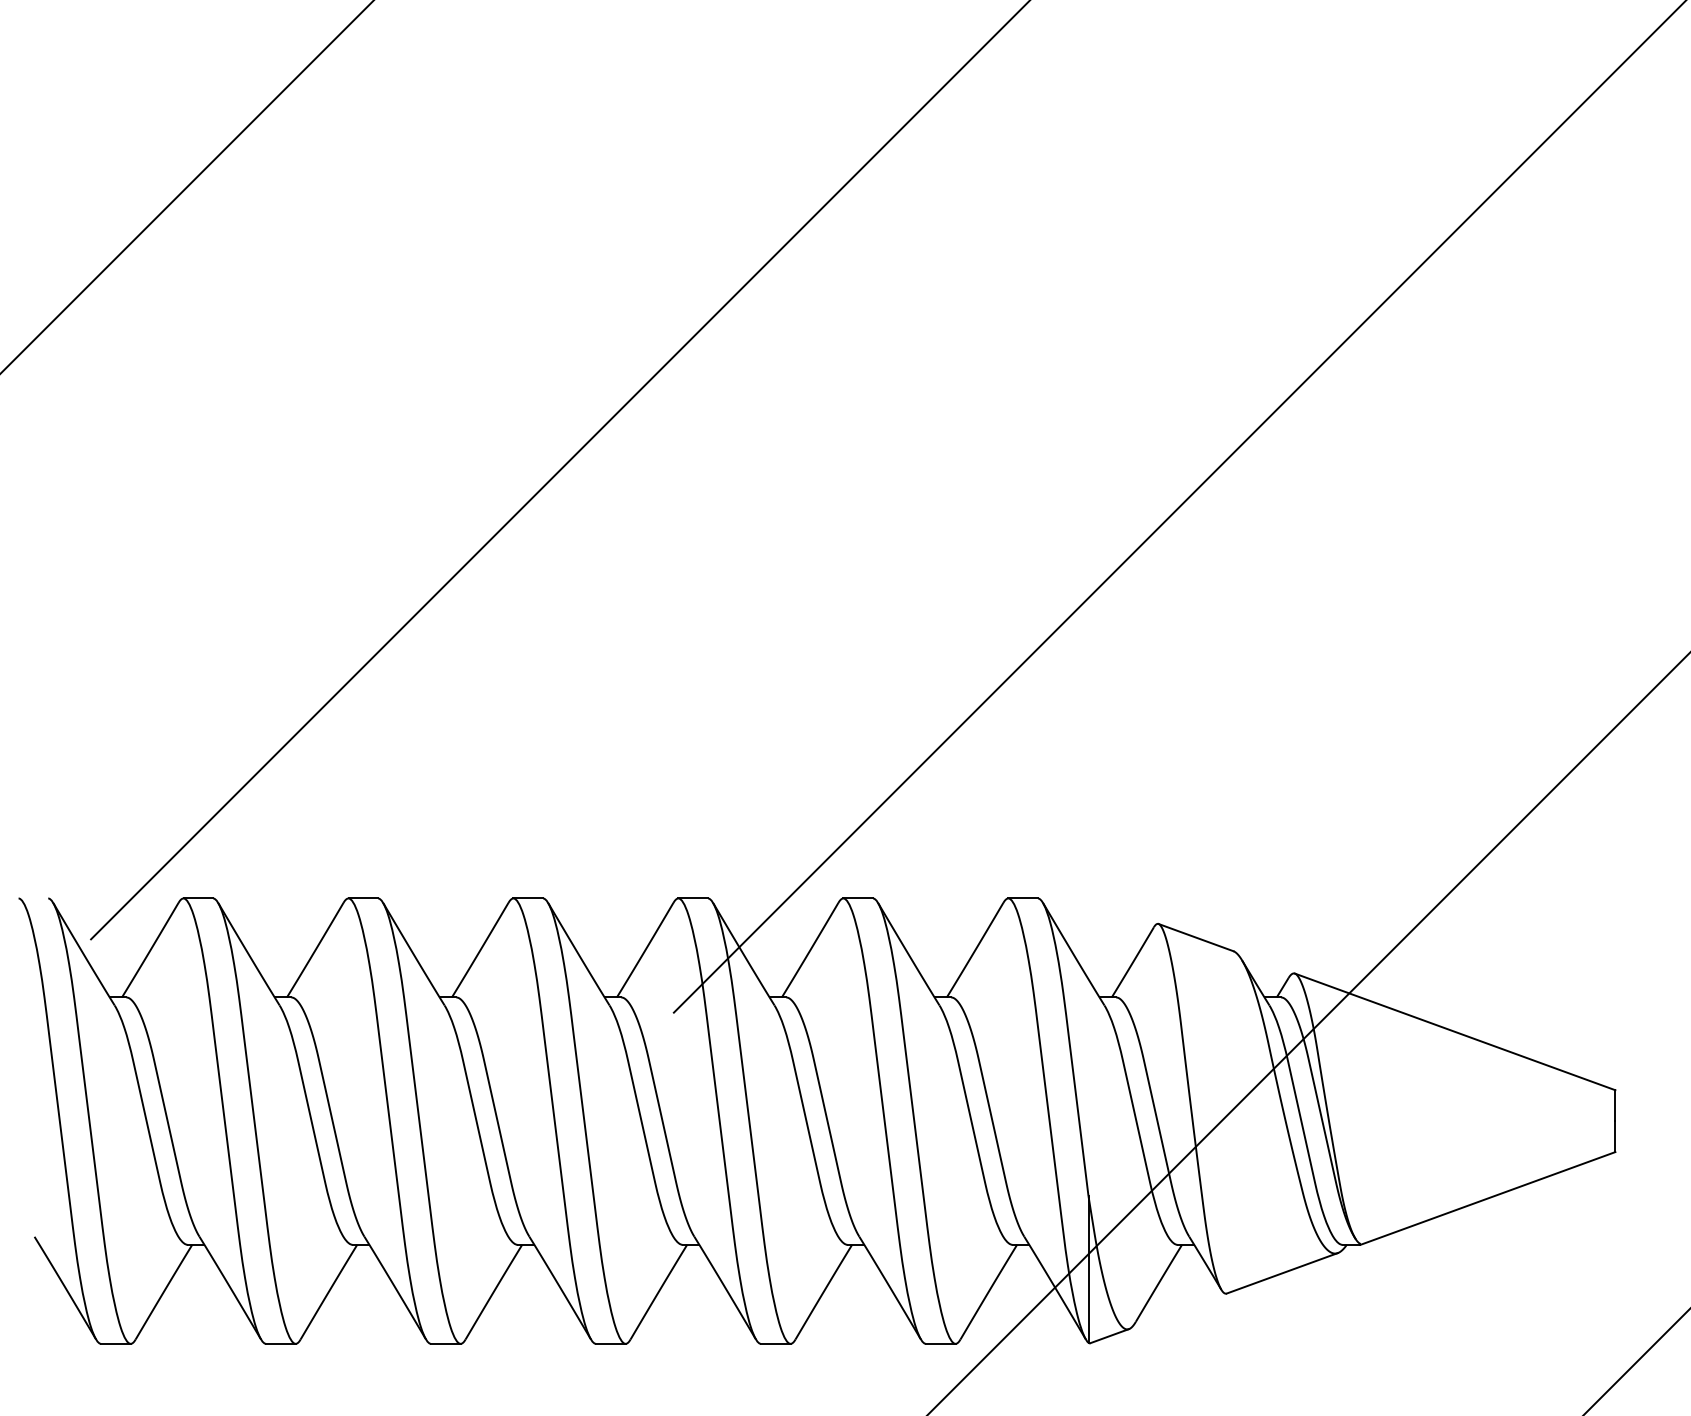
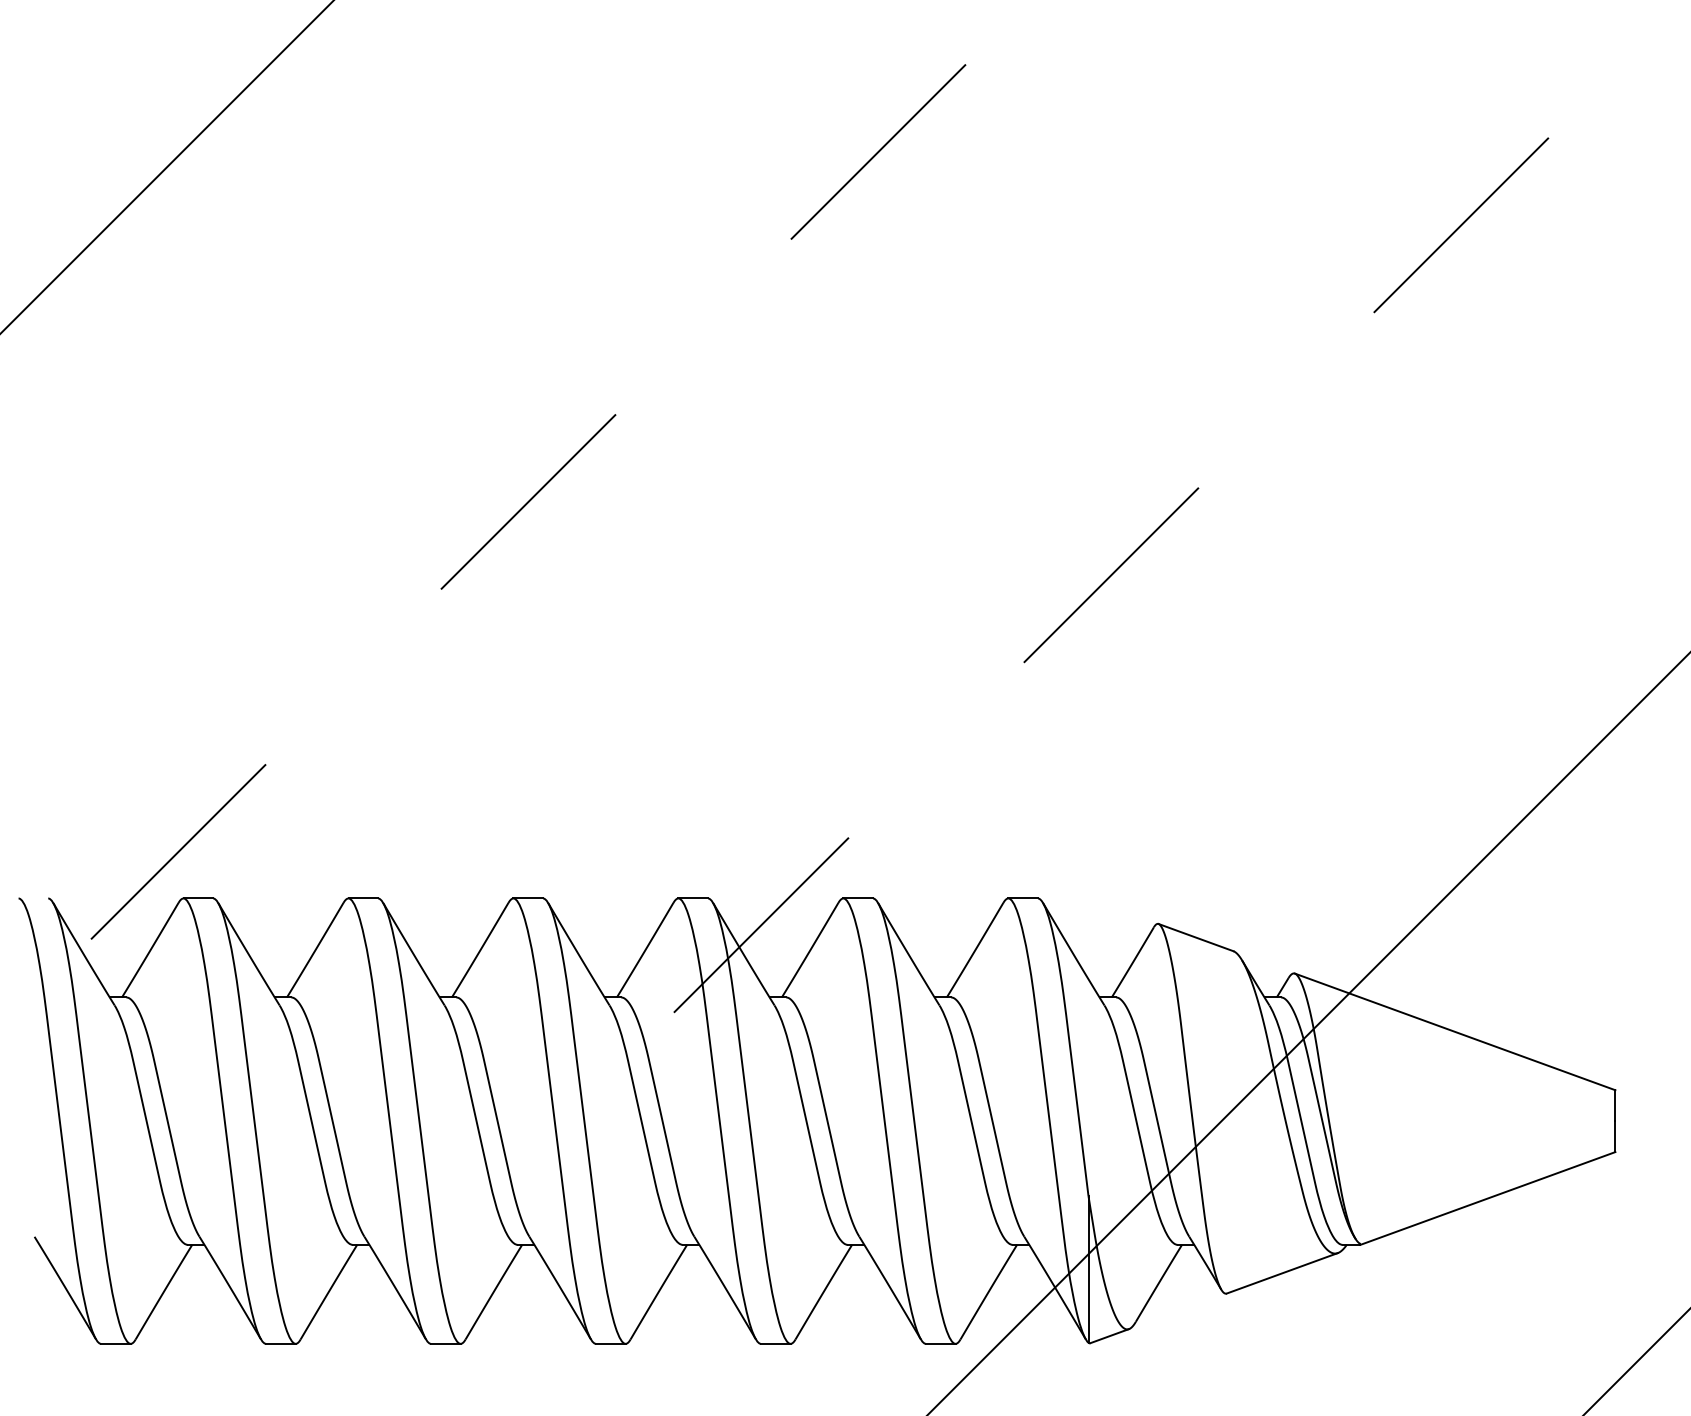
line at (187, 187) position: (187, 187) -> (167, 167)
line at (560, 469): solid -> dashed
line at (1180, 506): solid -> dashed
